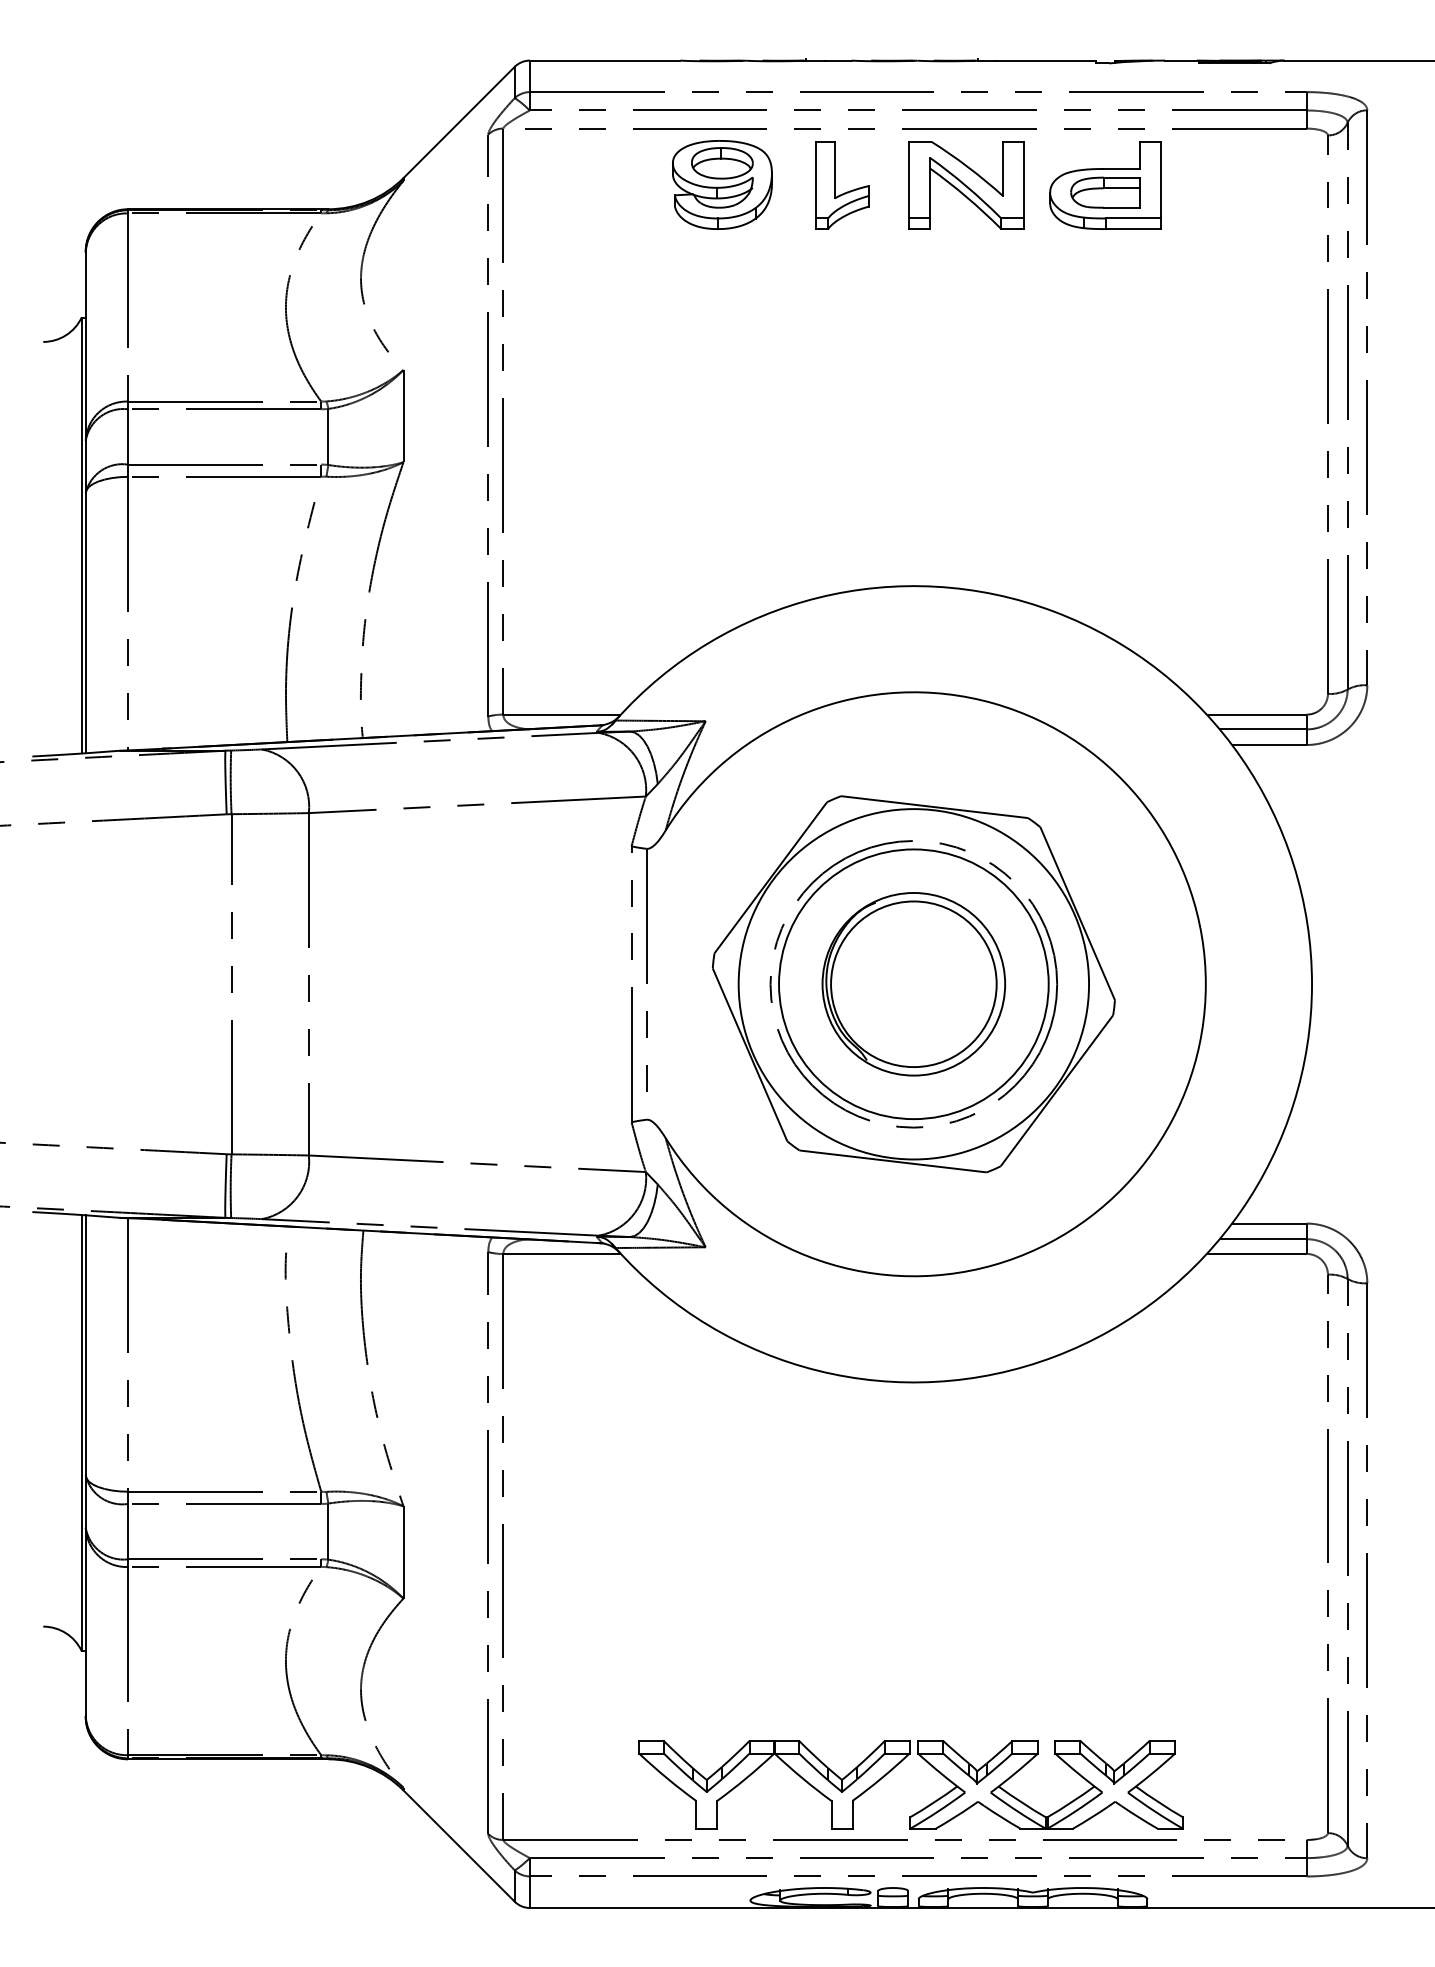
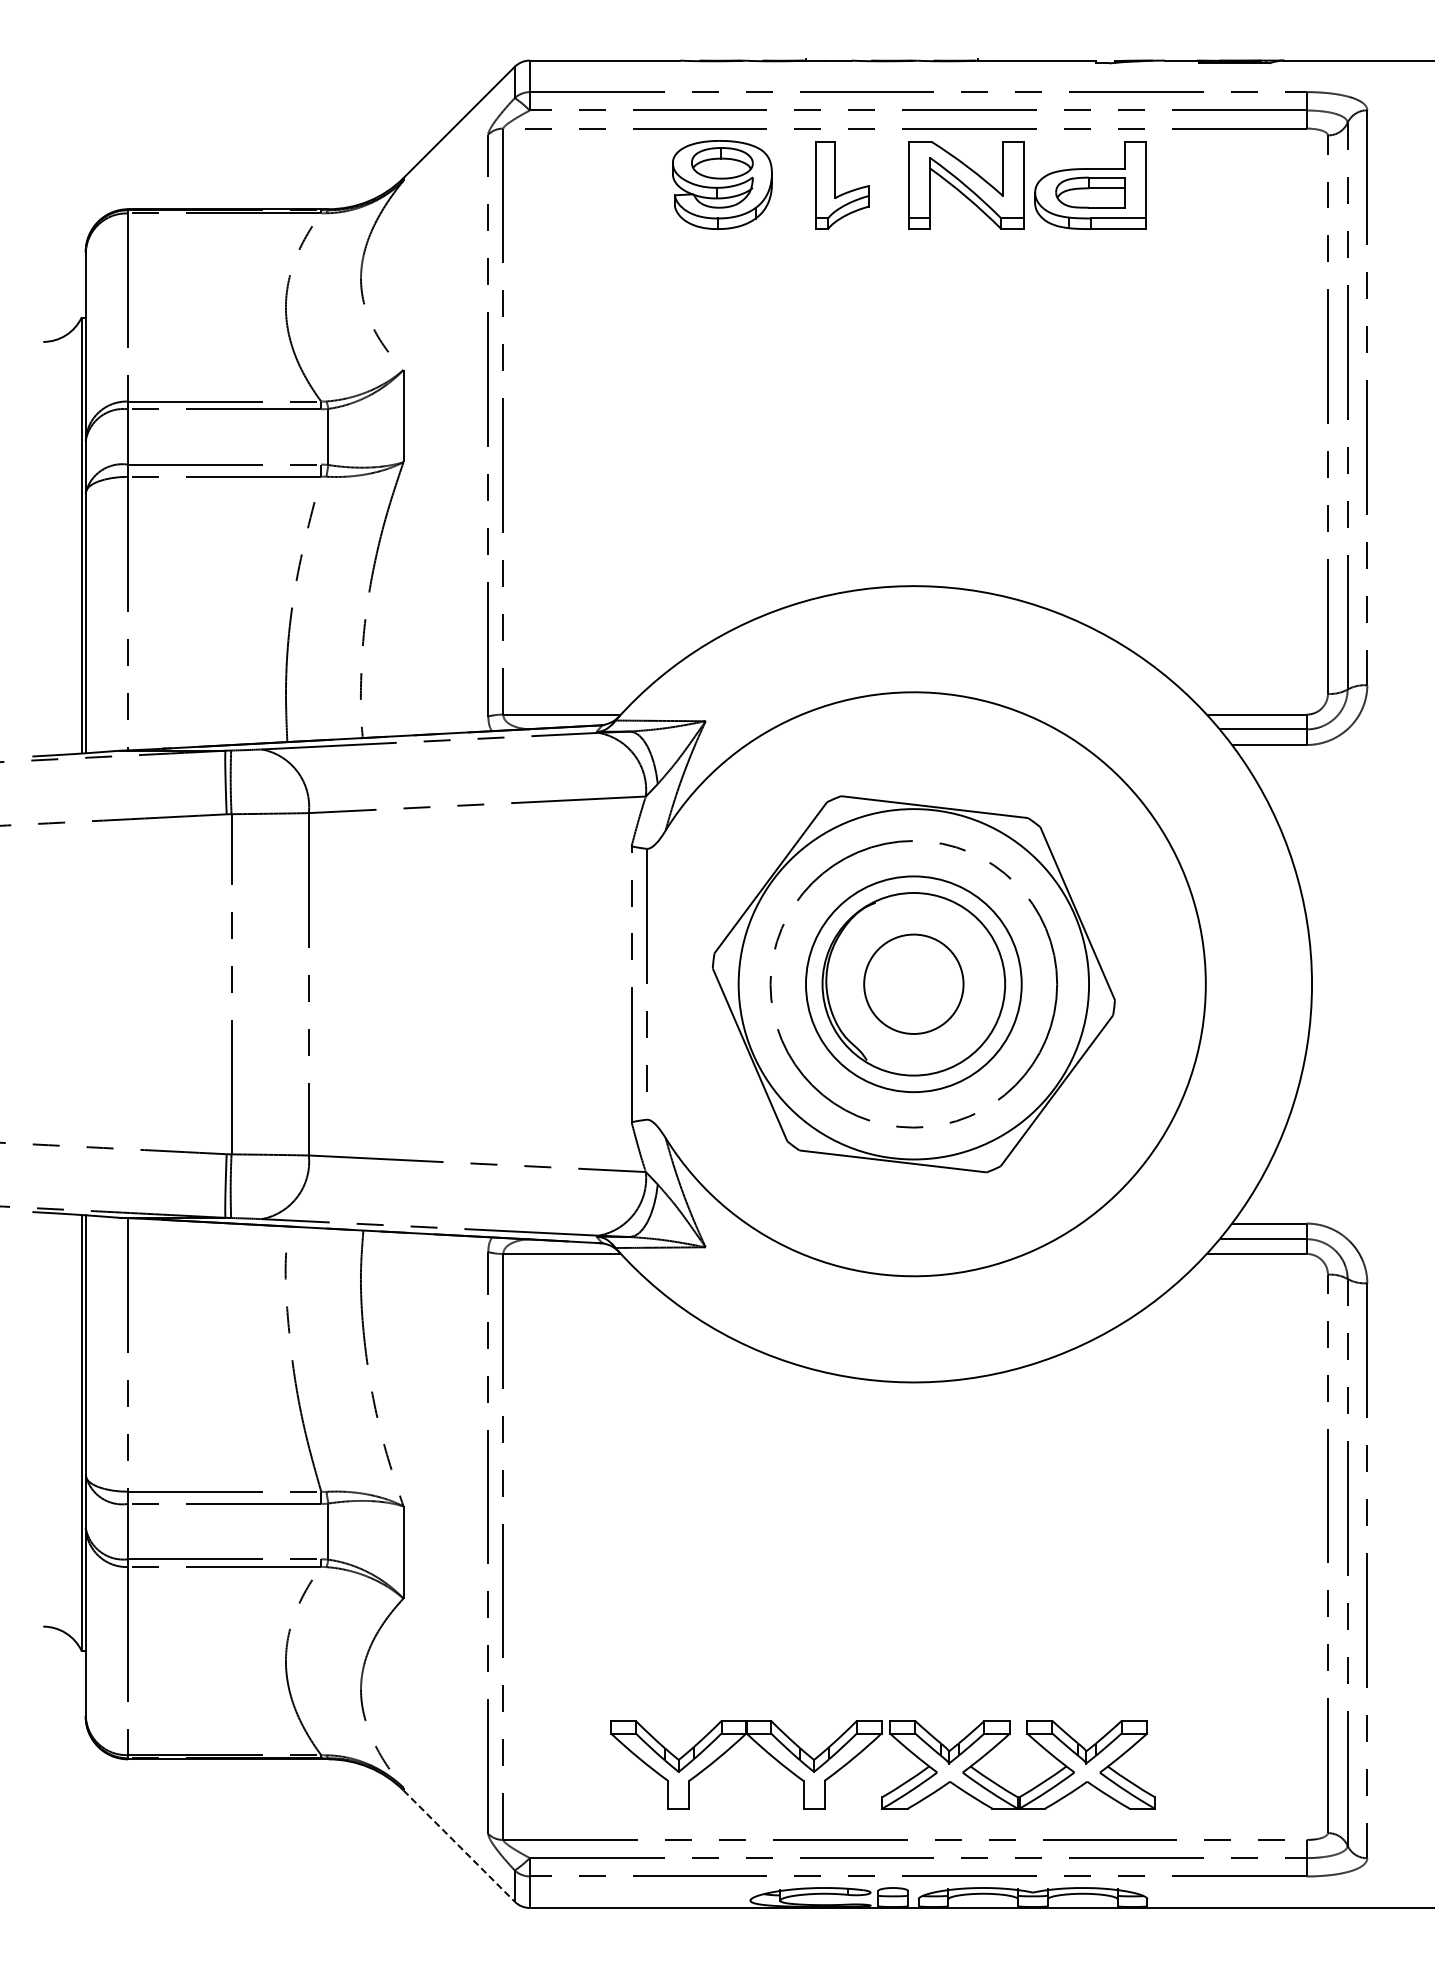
part at (1105, 185) position: (1105, 185) -> (1090, 185)
circle at (913, 984) diameter: 166 px -> 99 px
circle at (913, 984) diameter: 270 px -> 216 px
part at (894, 1768) position: (894, 1768) -> (866, 1748)
line at (459, 1846): solid -> dashed
